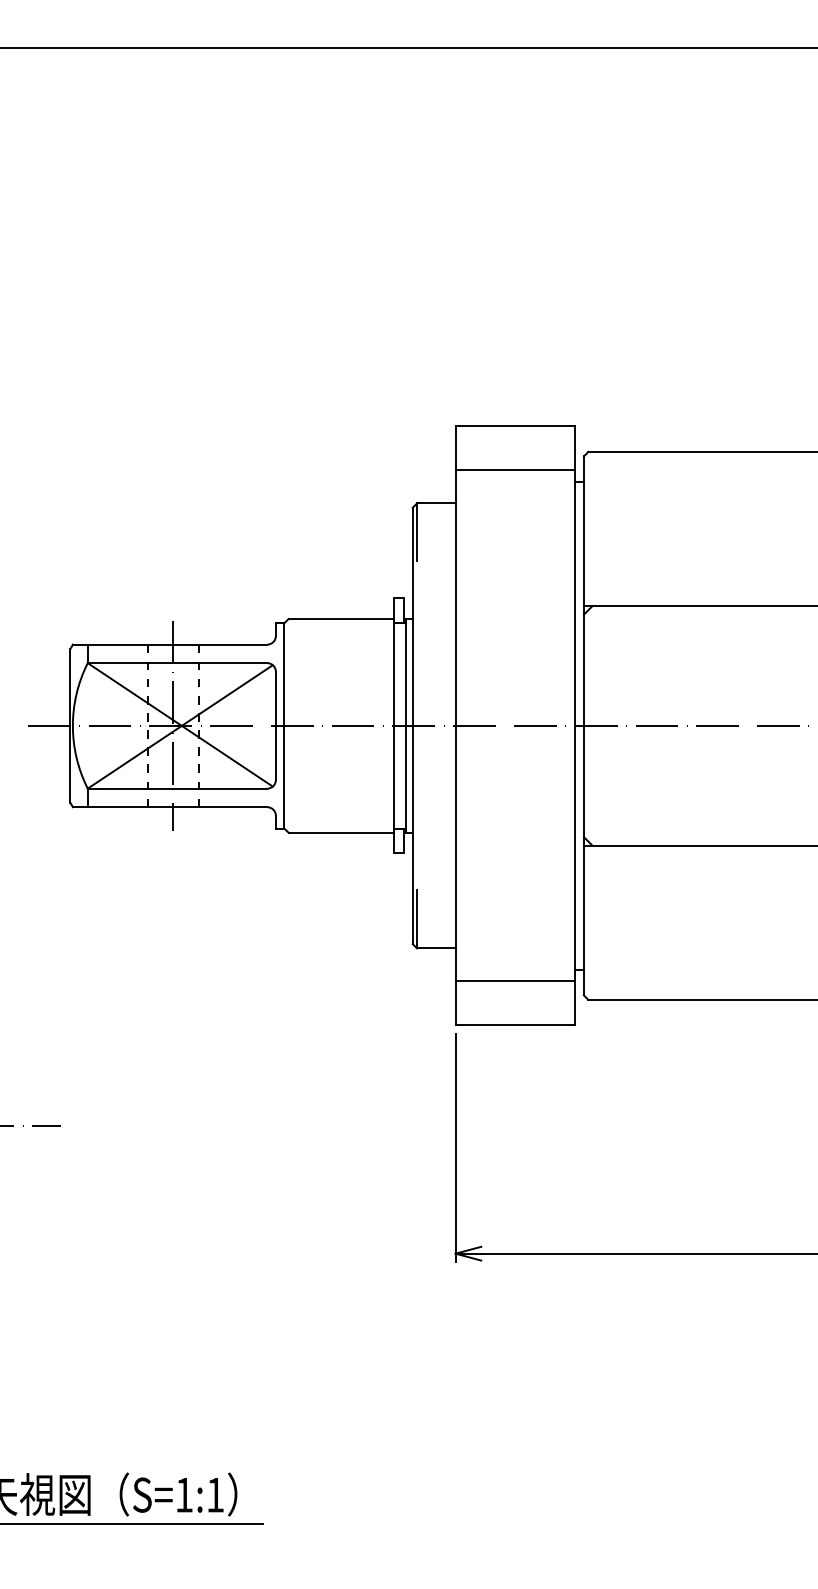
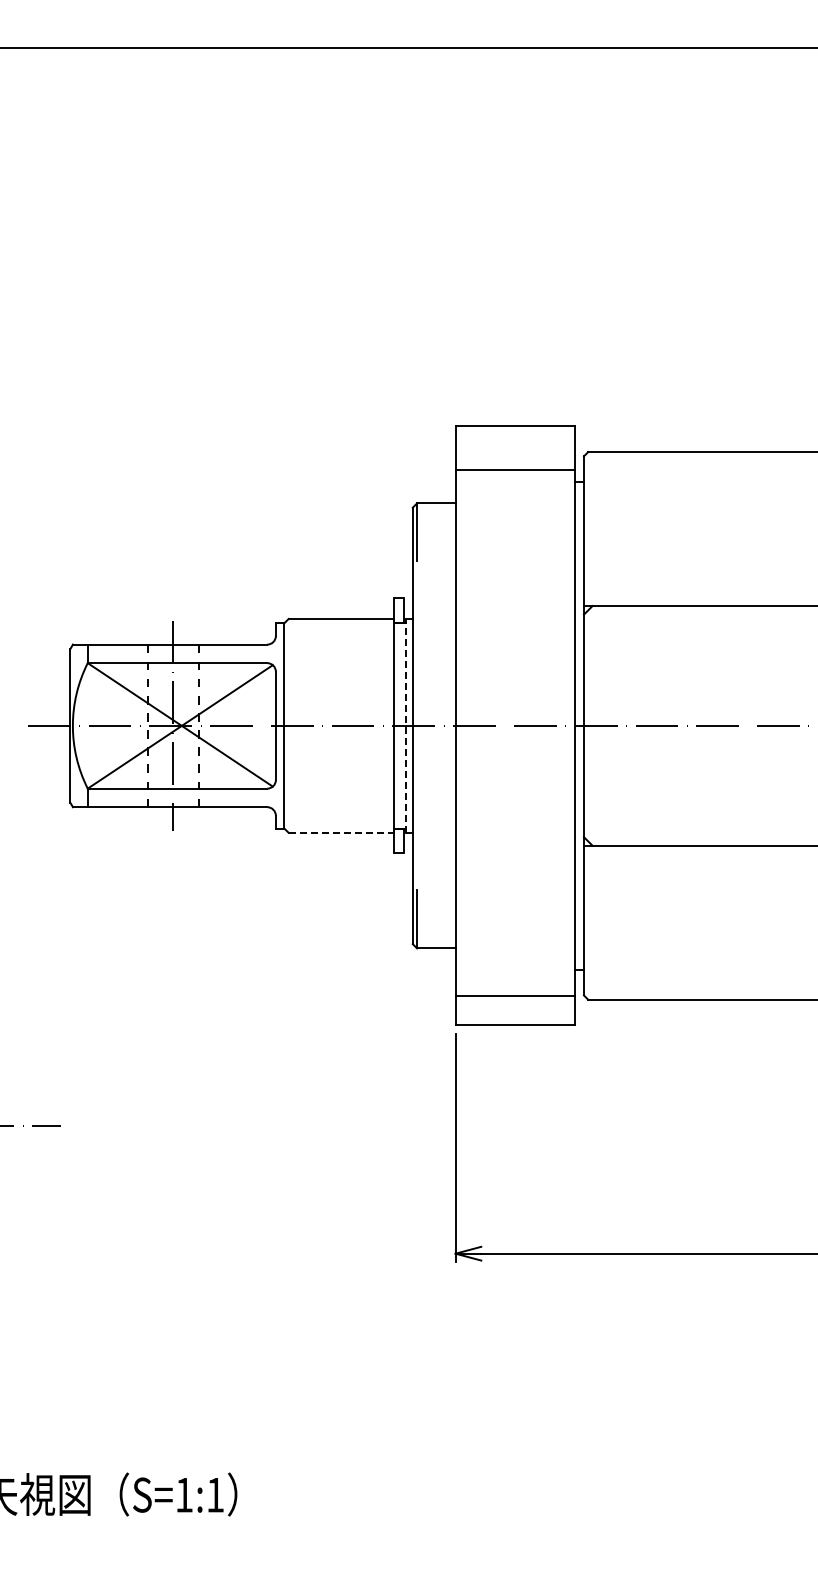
line at (405, 725): solid -> dashed
line at (341, 832): solid -> dashed
line at (515, 981) position: (515, 981) -> (515, 996)
line at (132, 1524): present -> none
